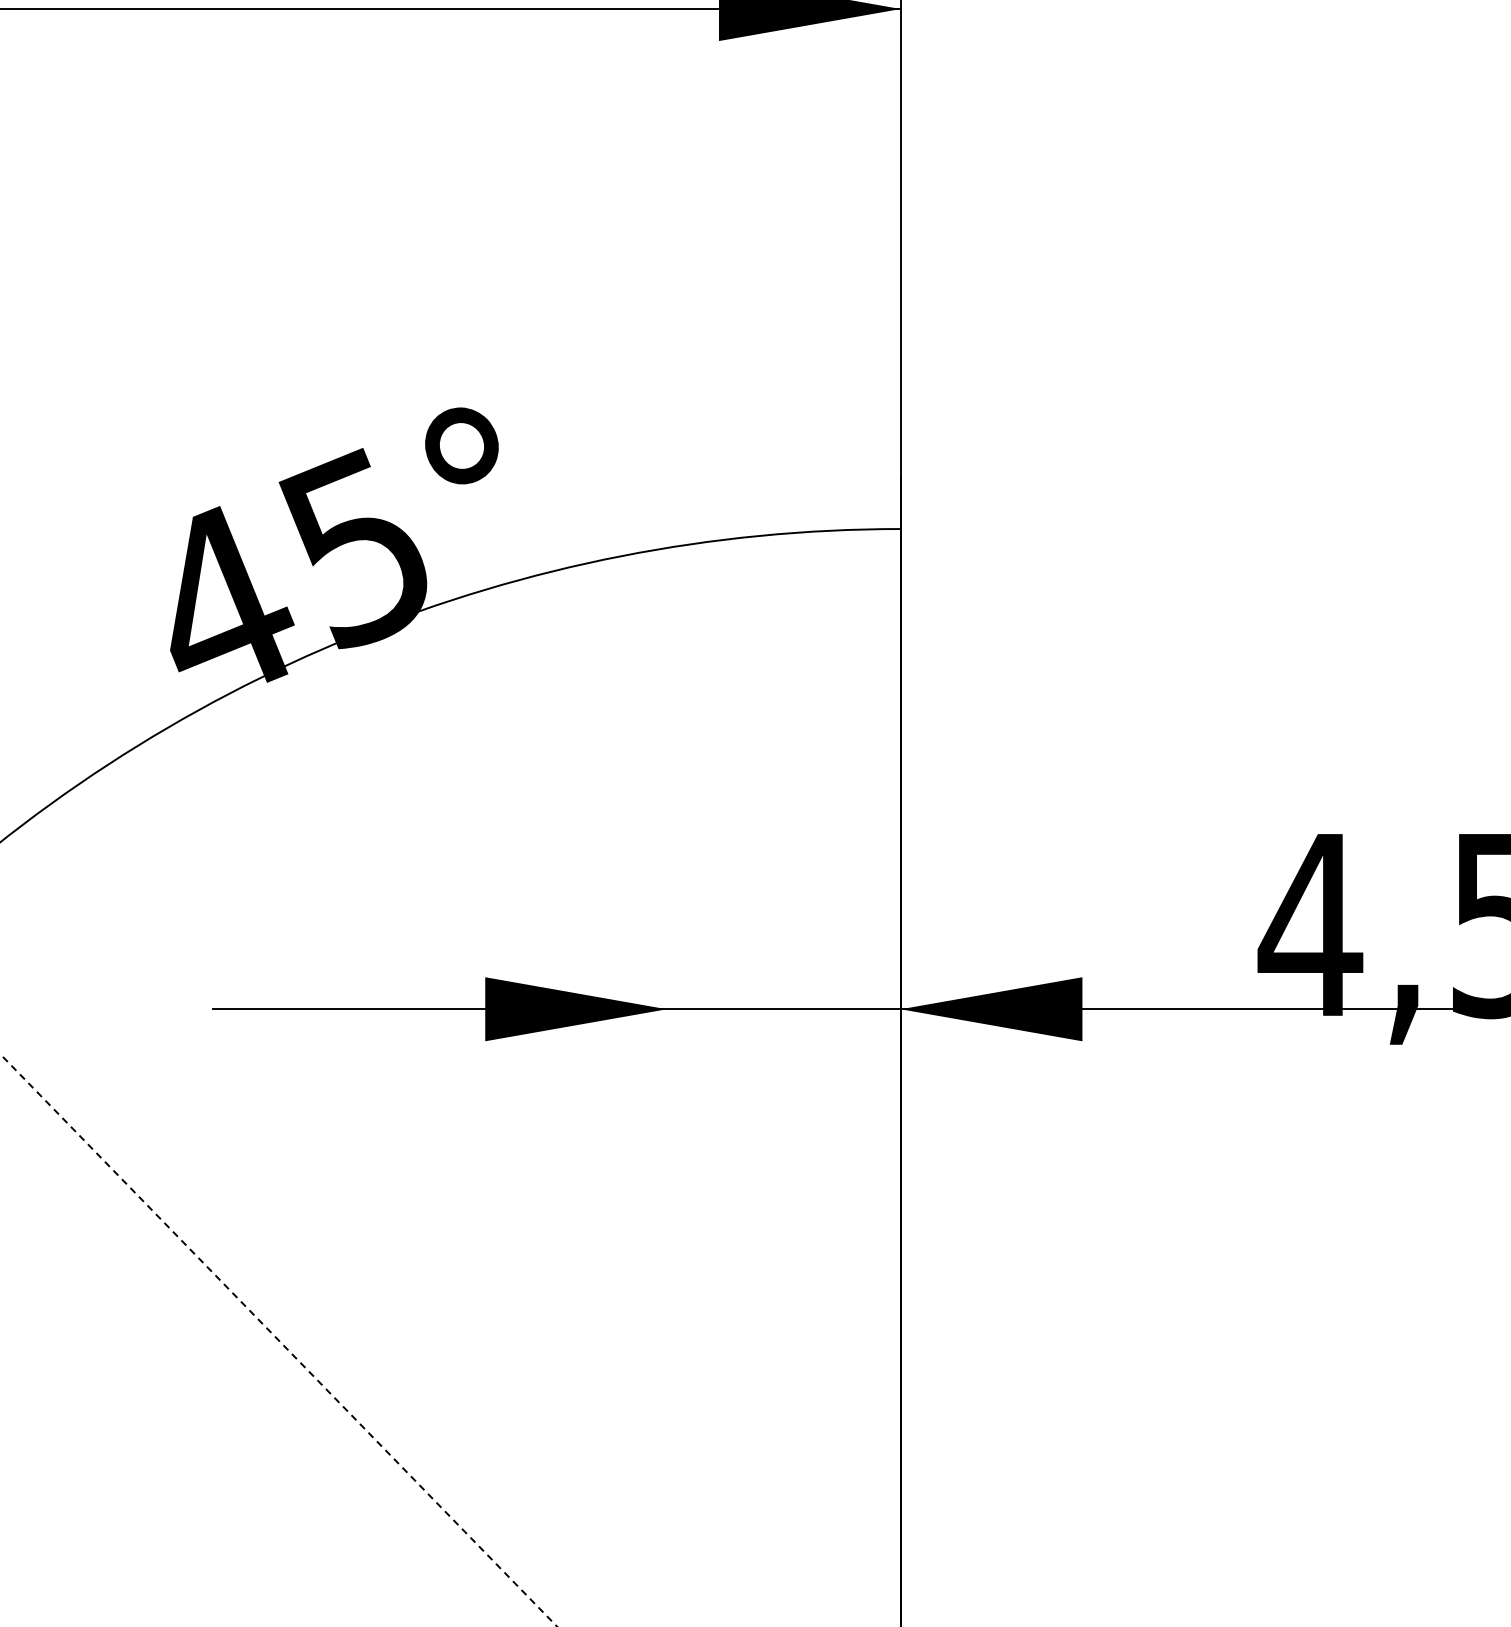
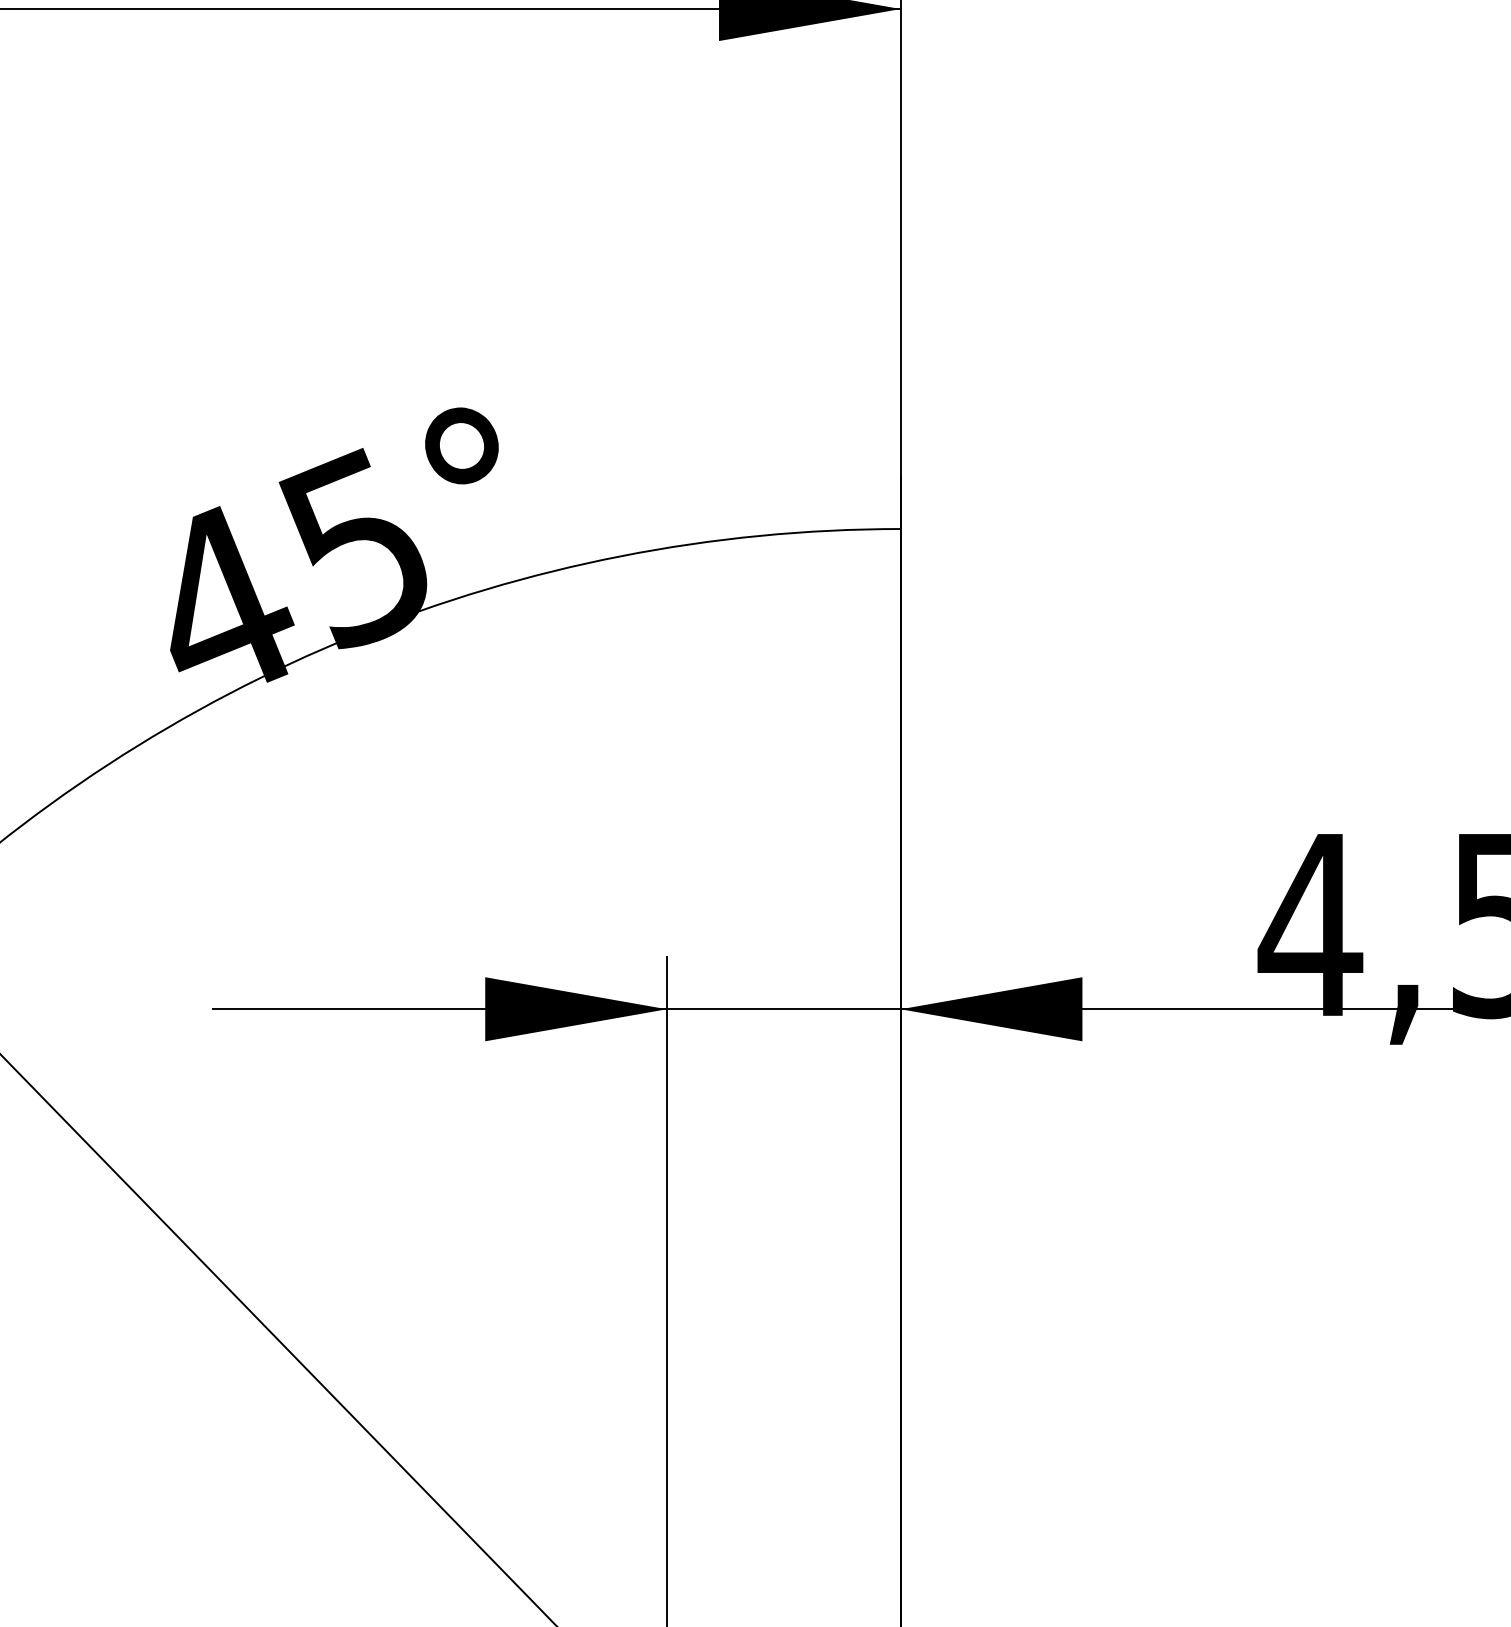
line at (666, 1290): none -> present
line at (278, 1339): dashed -> solid
